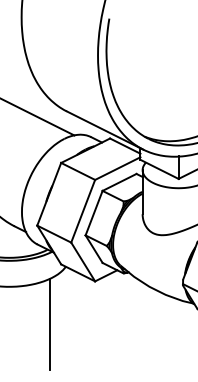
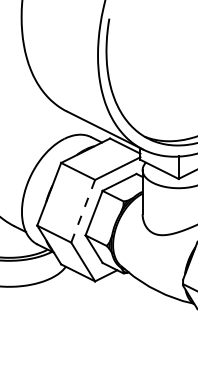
line at (38, 117): present -> none
line at (83, 211): solid -> dashed
line at (49, 324): present -> none
